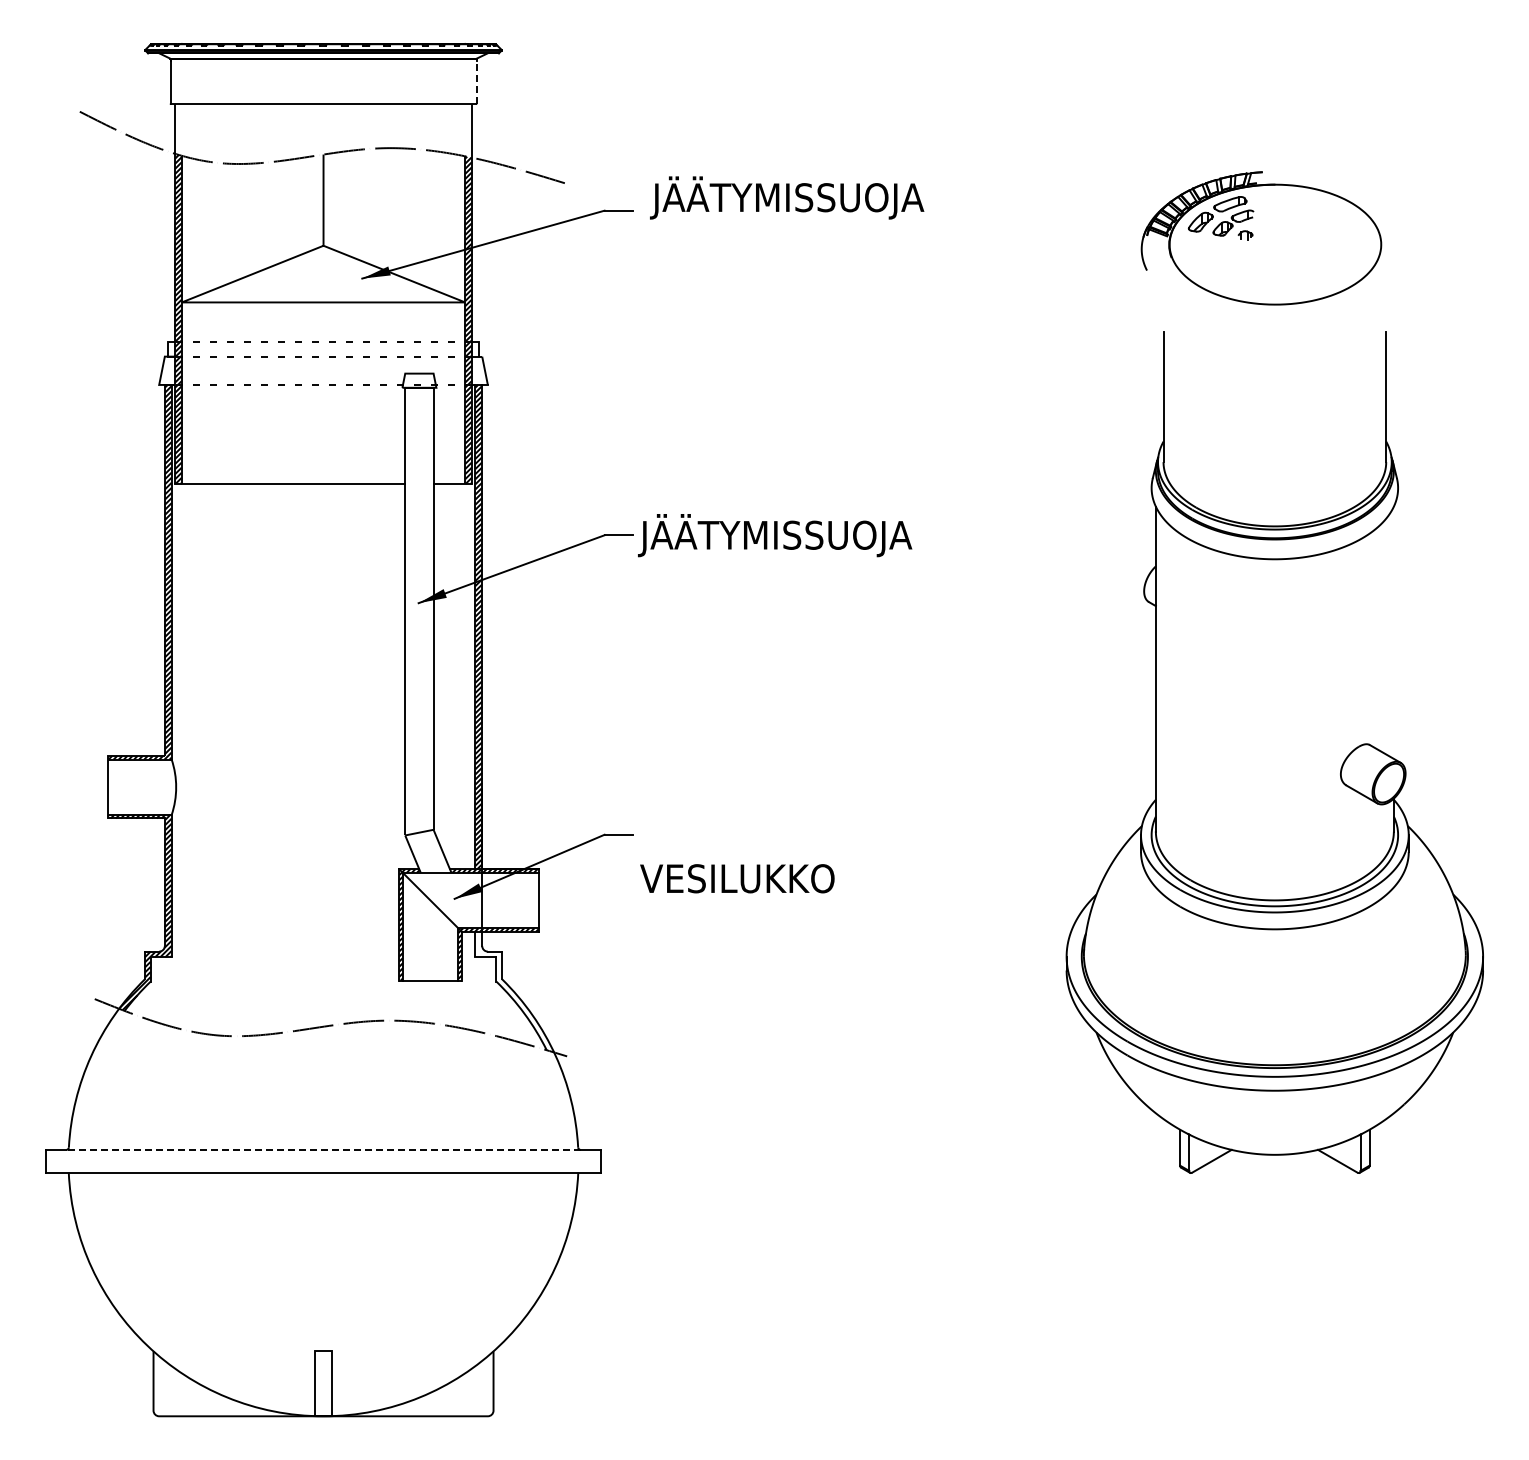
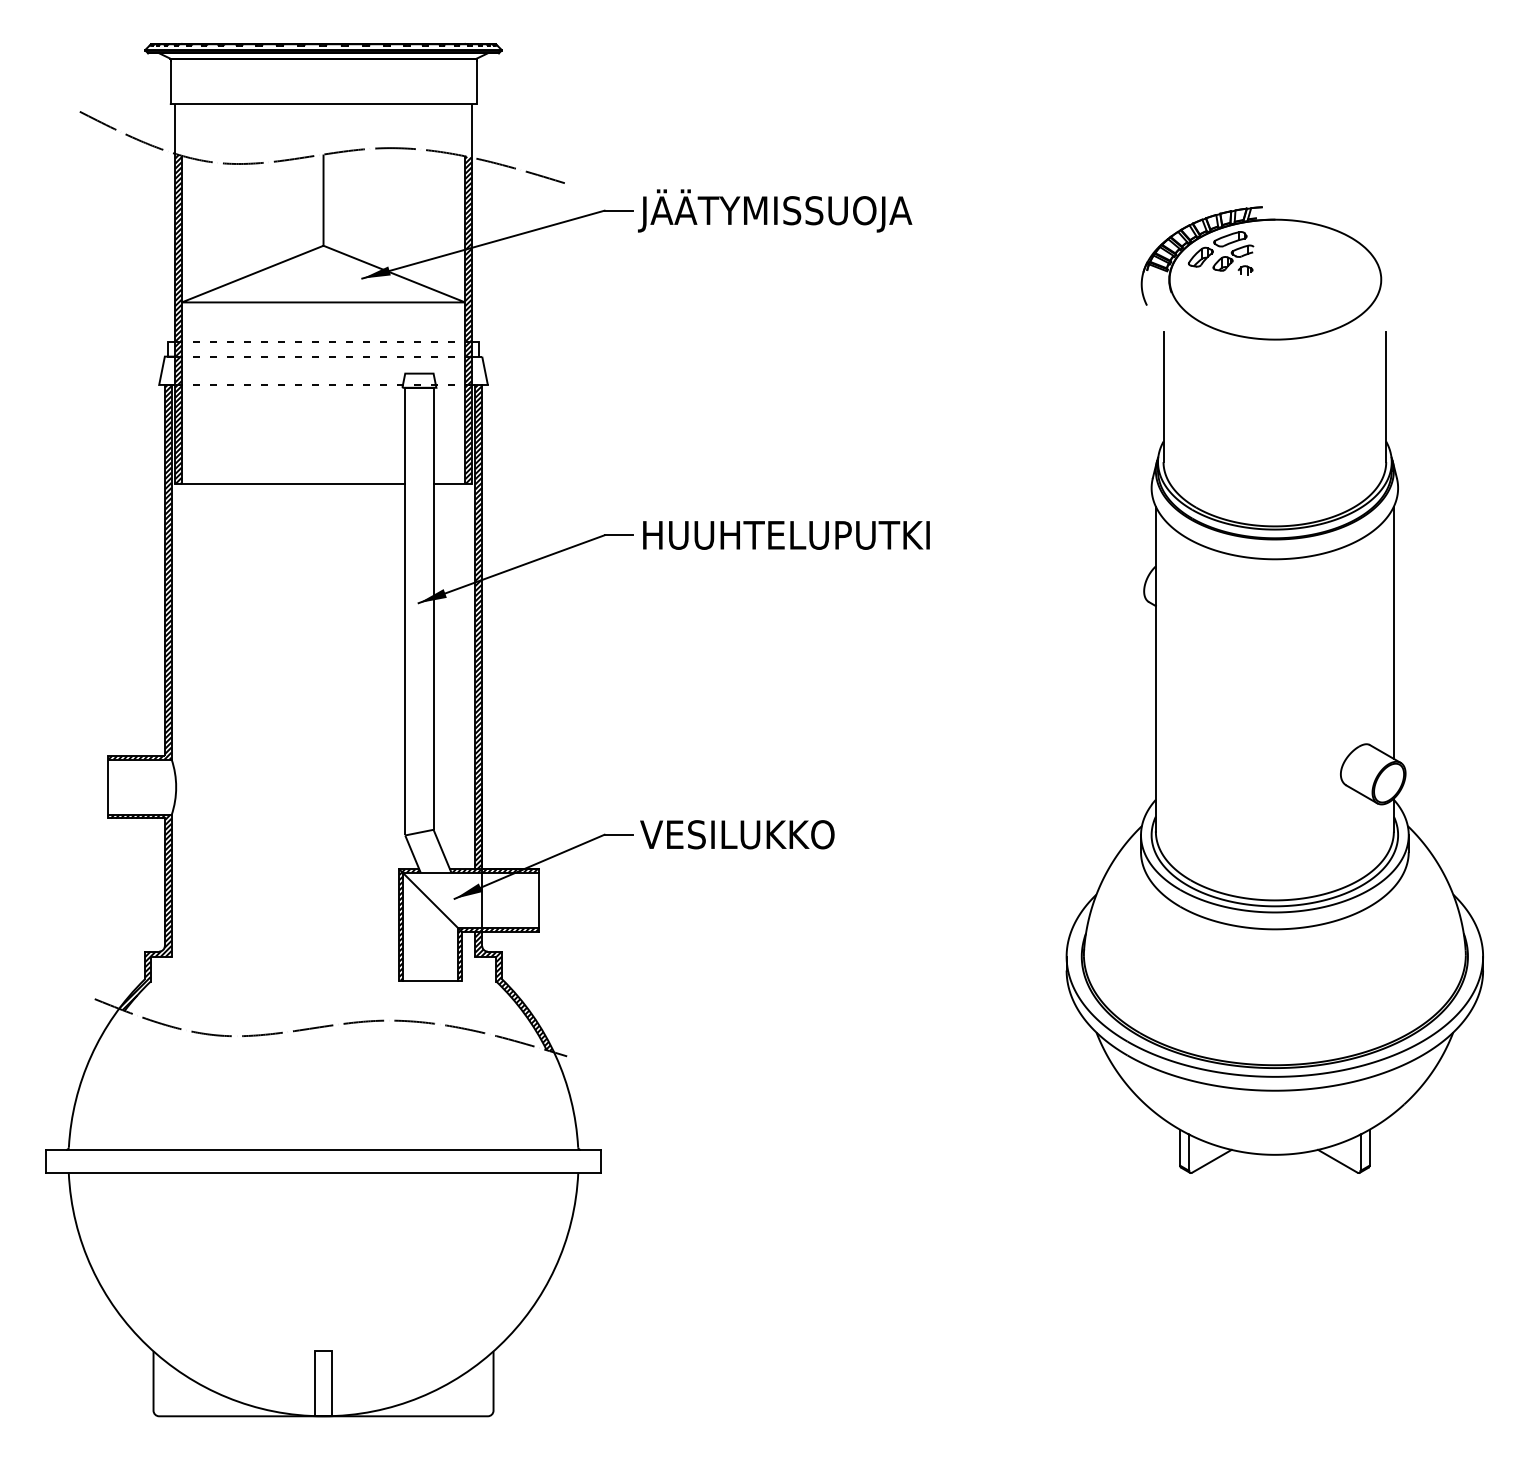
line at (476, 81): dashed -> solid
text at (787, 197) position: (787, 197) -> (775, 210)
part at (1261, 238) position: (1261, 238) -> (1261, 273)
text at (783, 535): JÄÄTYMISSUOJA -> HUUHTELUPUTKI
line at (1393, 632): none -> present
text at (737, 878) position: (737, 878) -> (737, 834)
hatch at (514, 991): none -> present
line at (323, 1149): dashed -> solid
